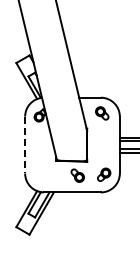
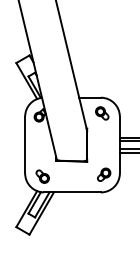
line at (25, 145): dashed -> solid
part at (77, 175) position: (77, 175) -> (42, 176)
